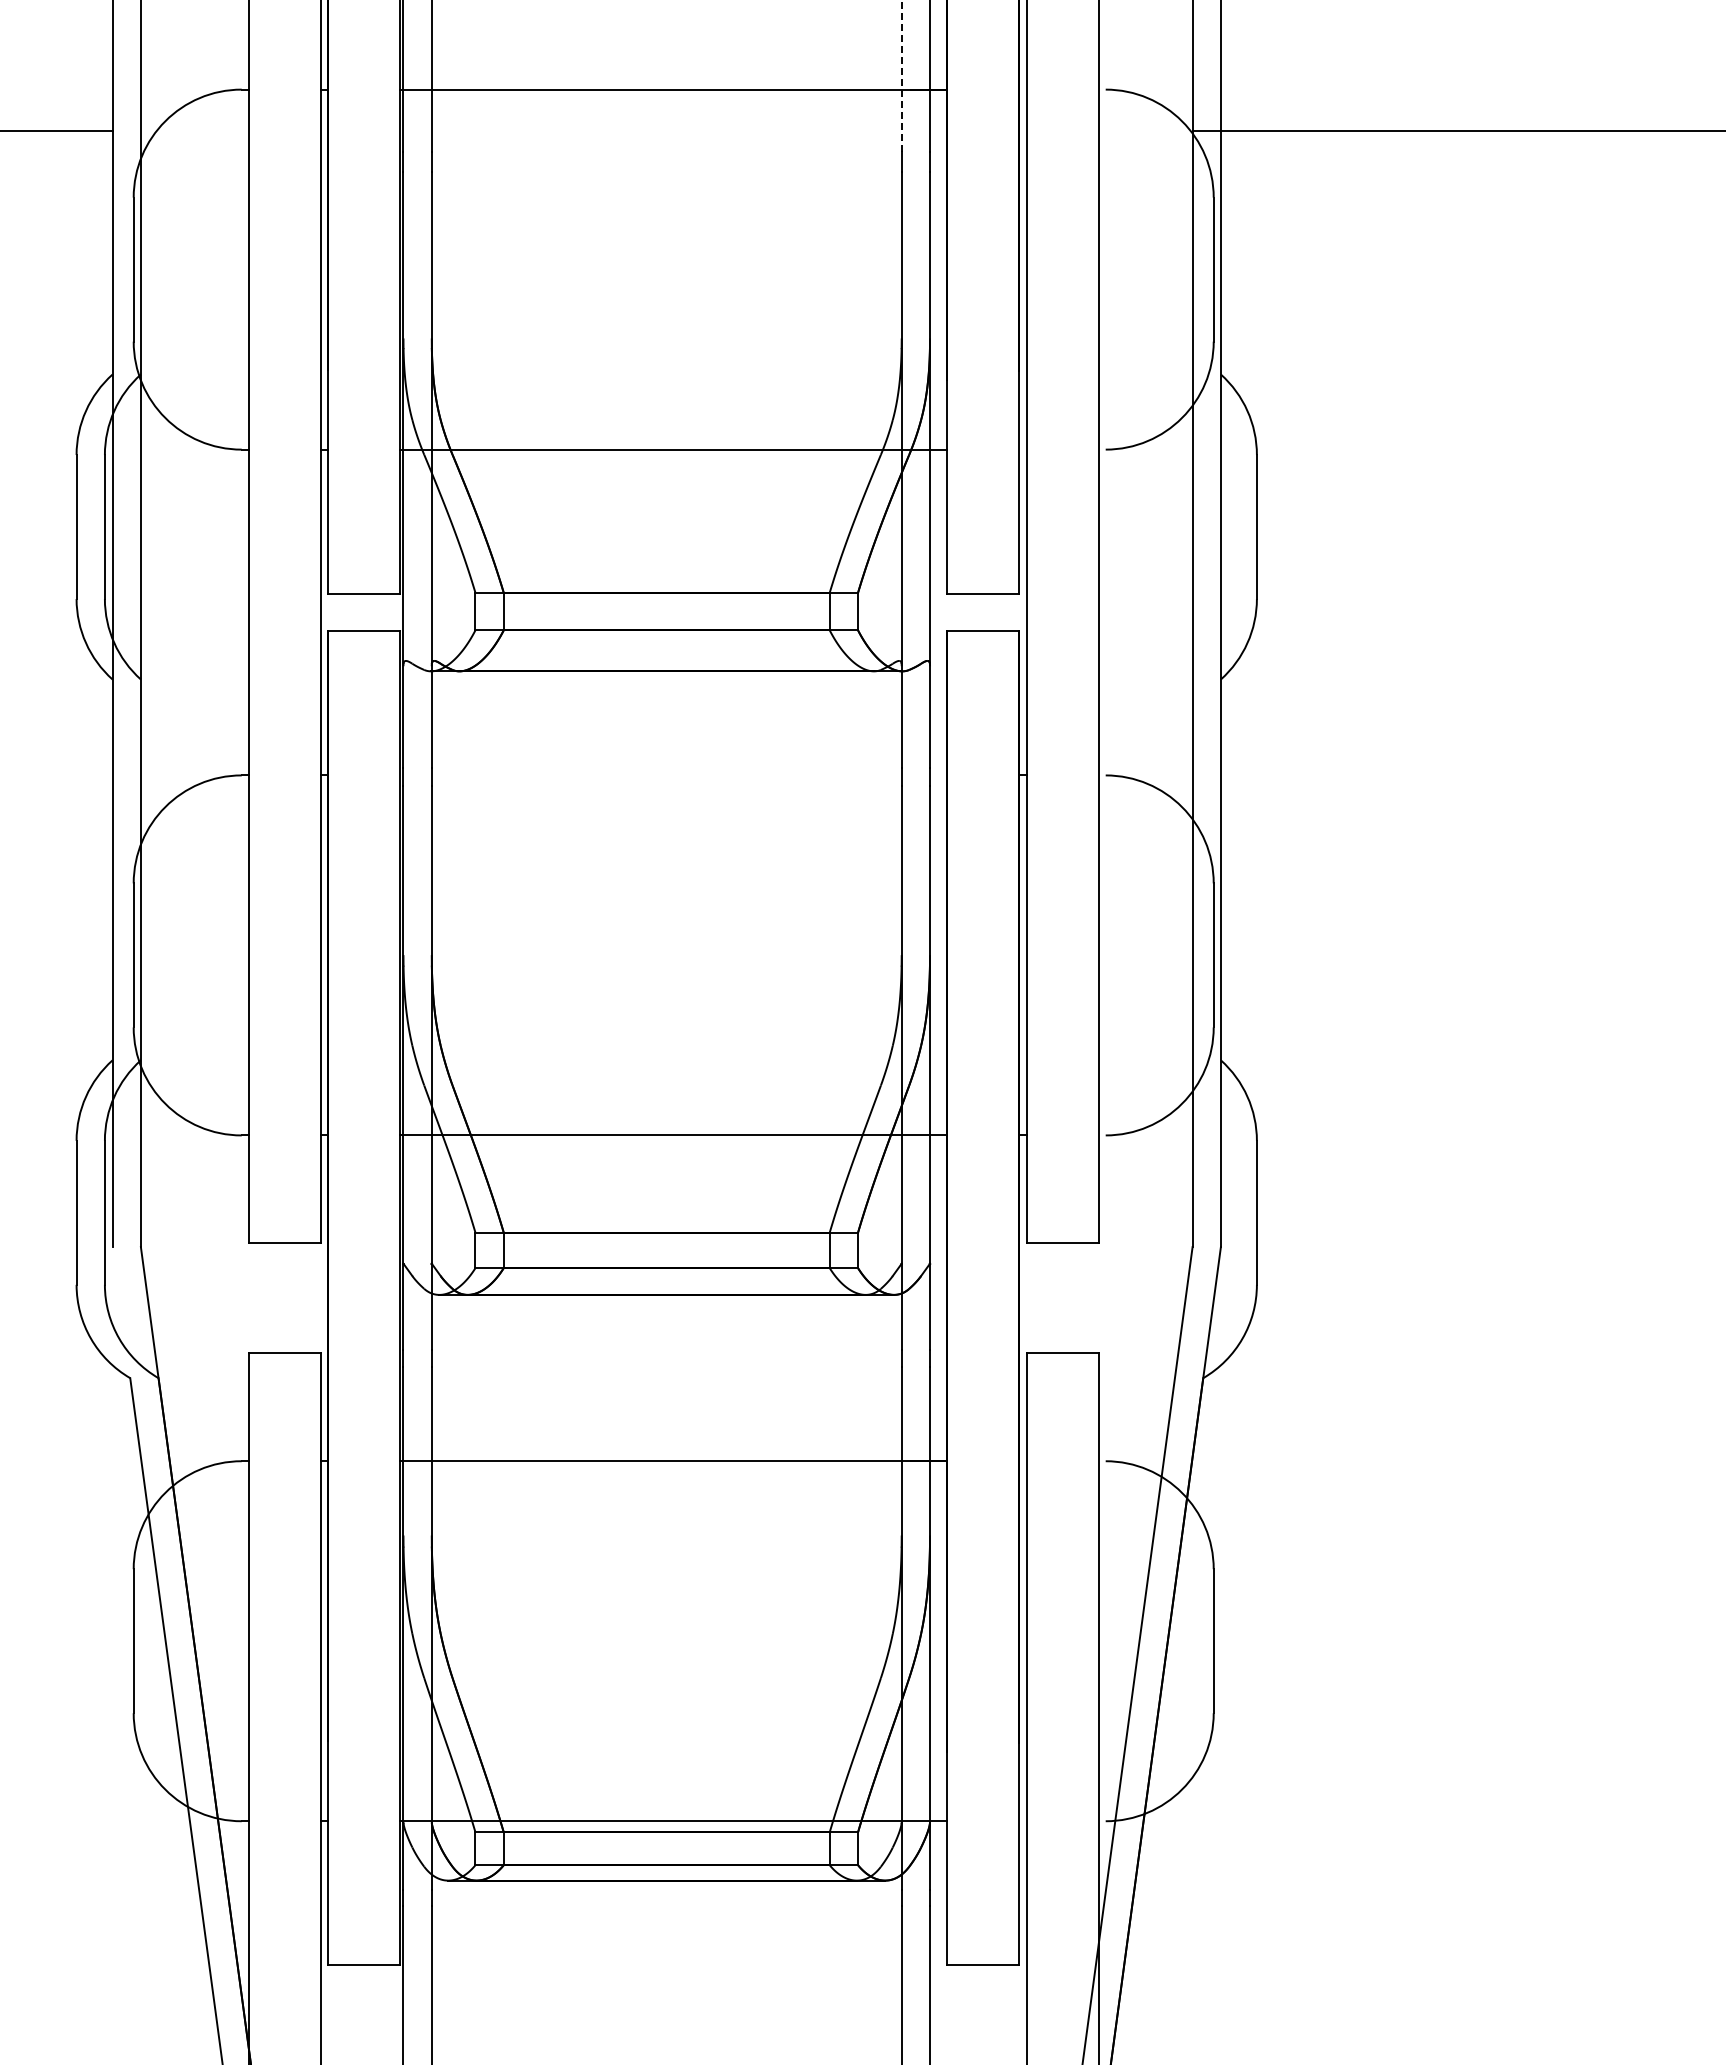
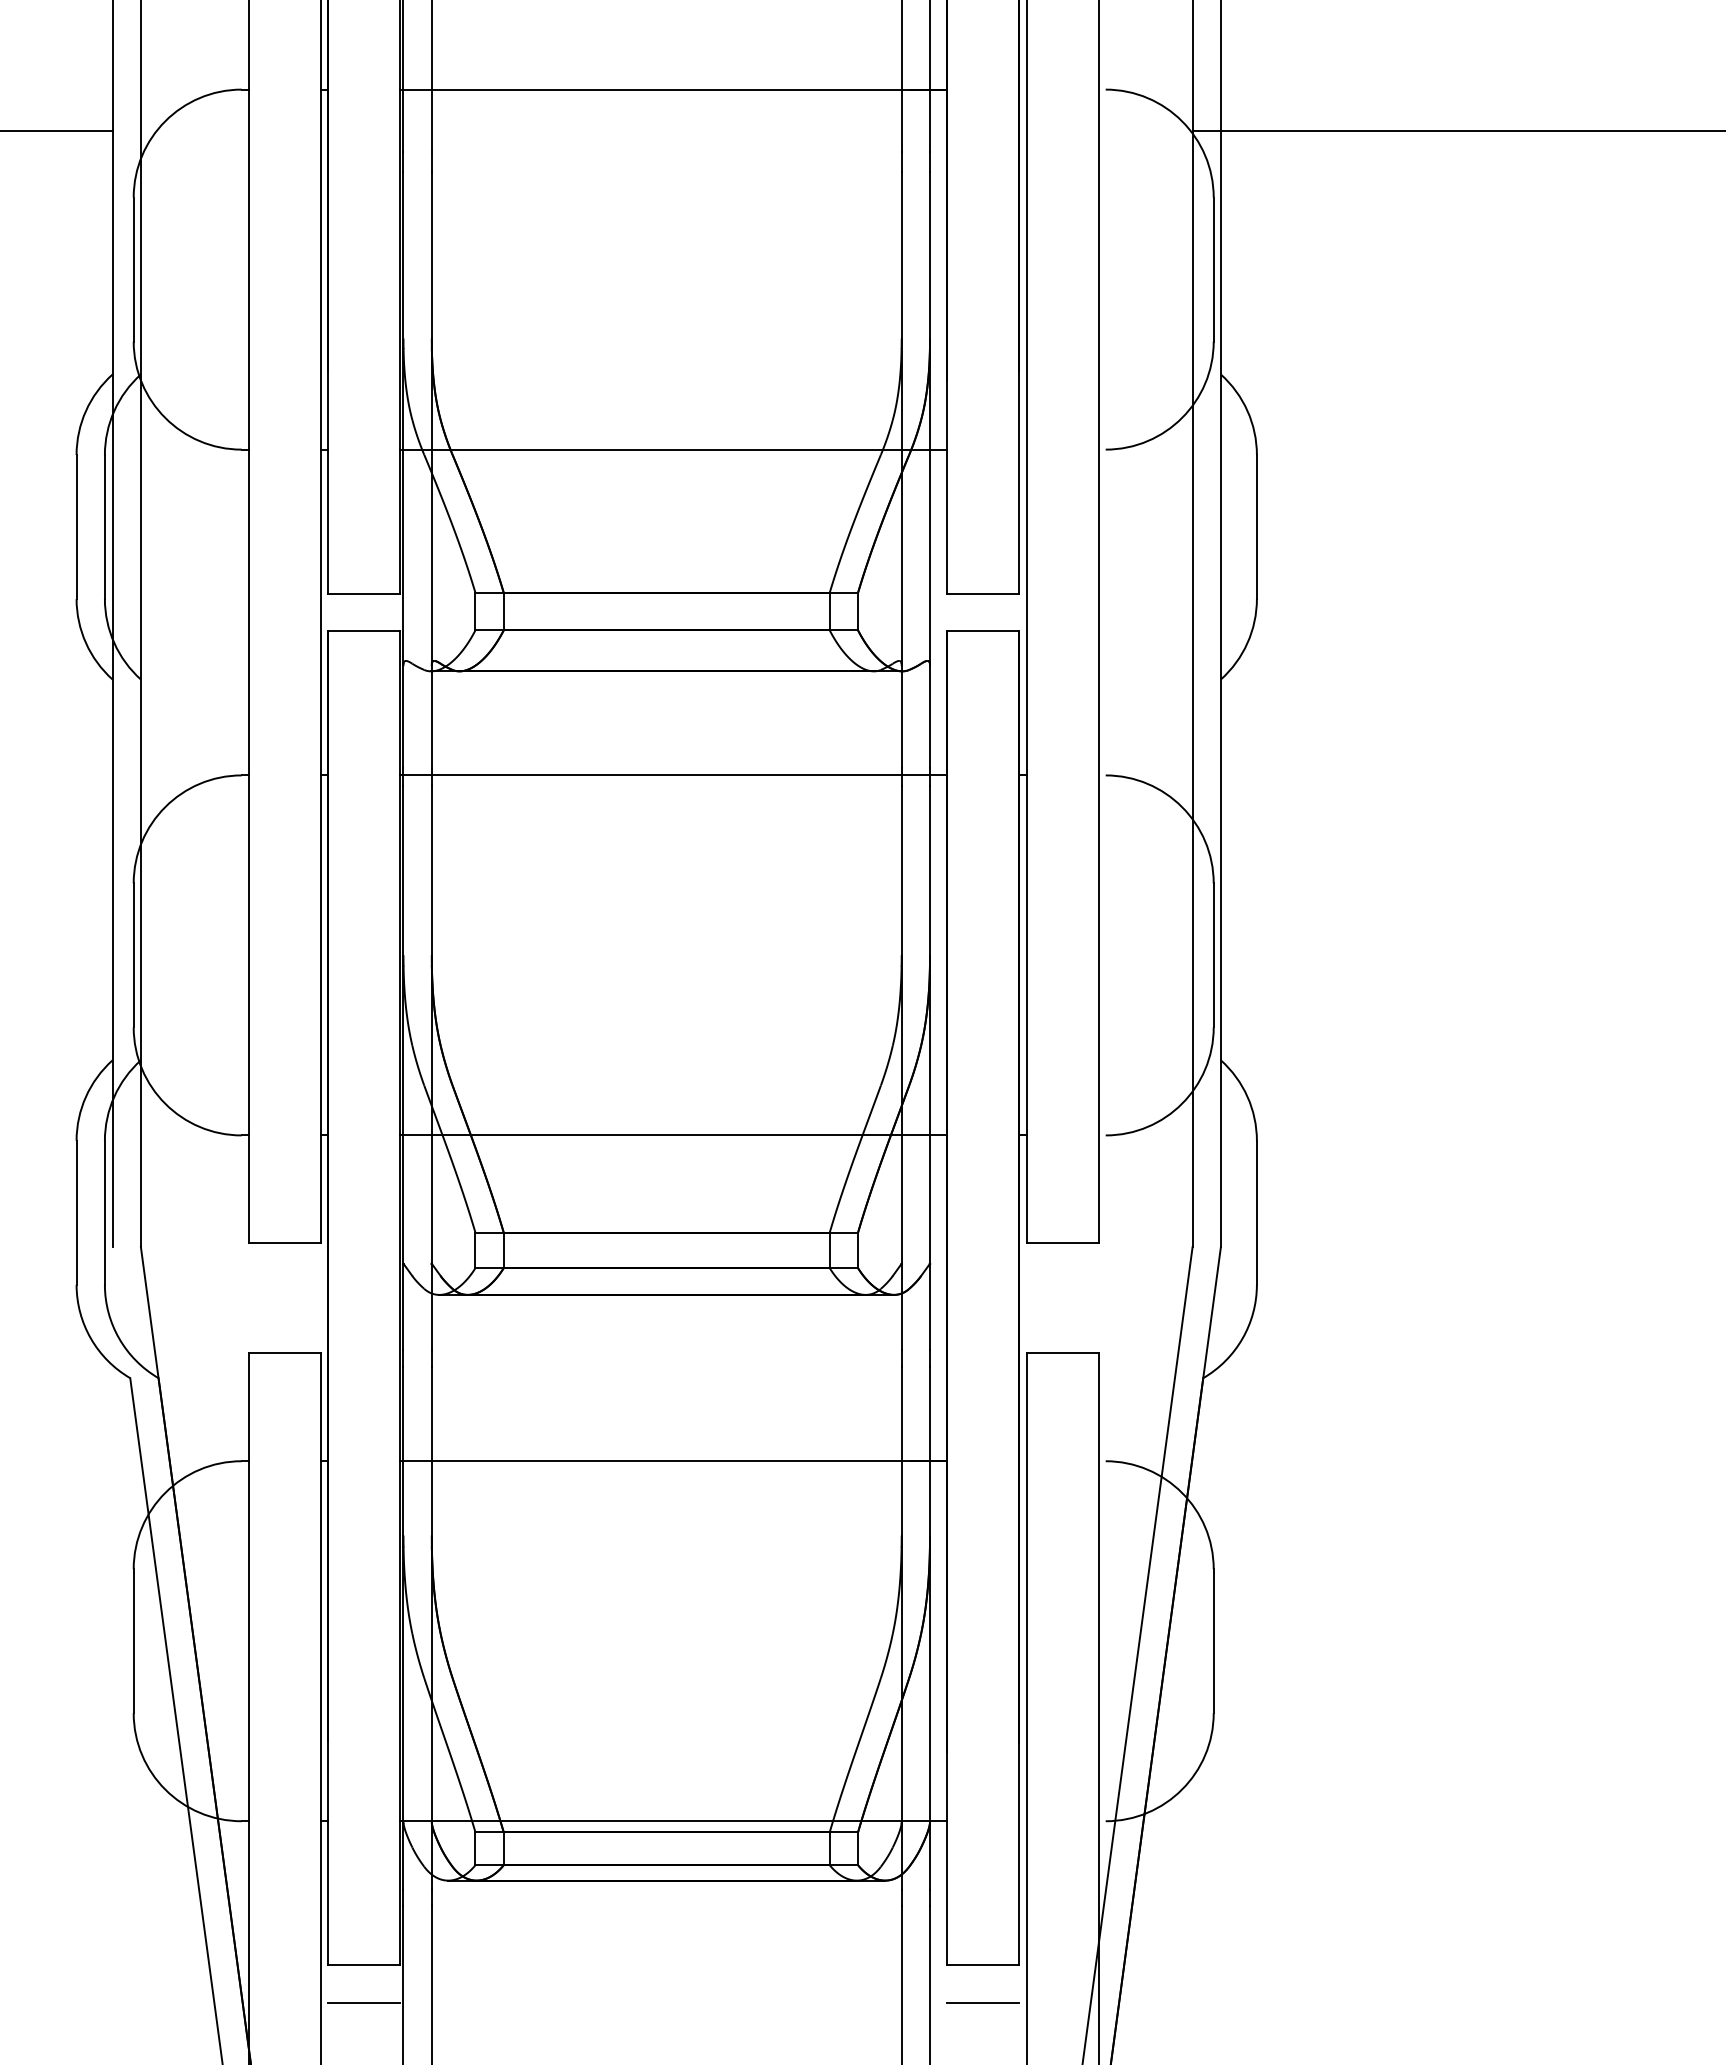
line at (901, 76): dashed -> solid
line at (673, 775): none -> present
line at (364, 2003): none -> present
line at (983, 2003): none -> present
